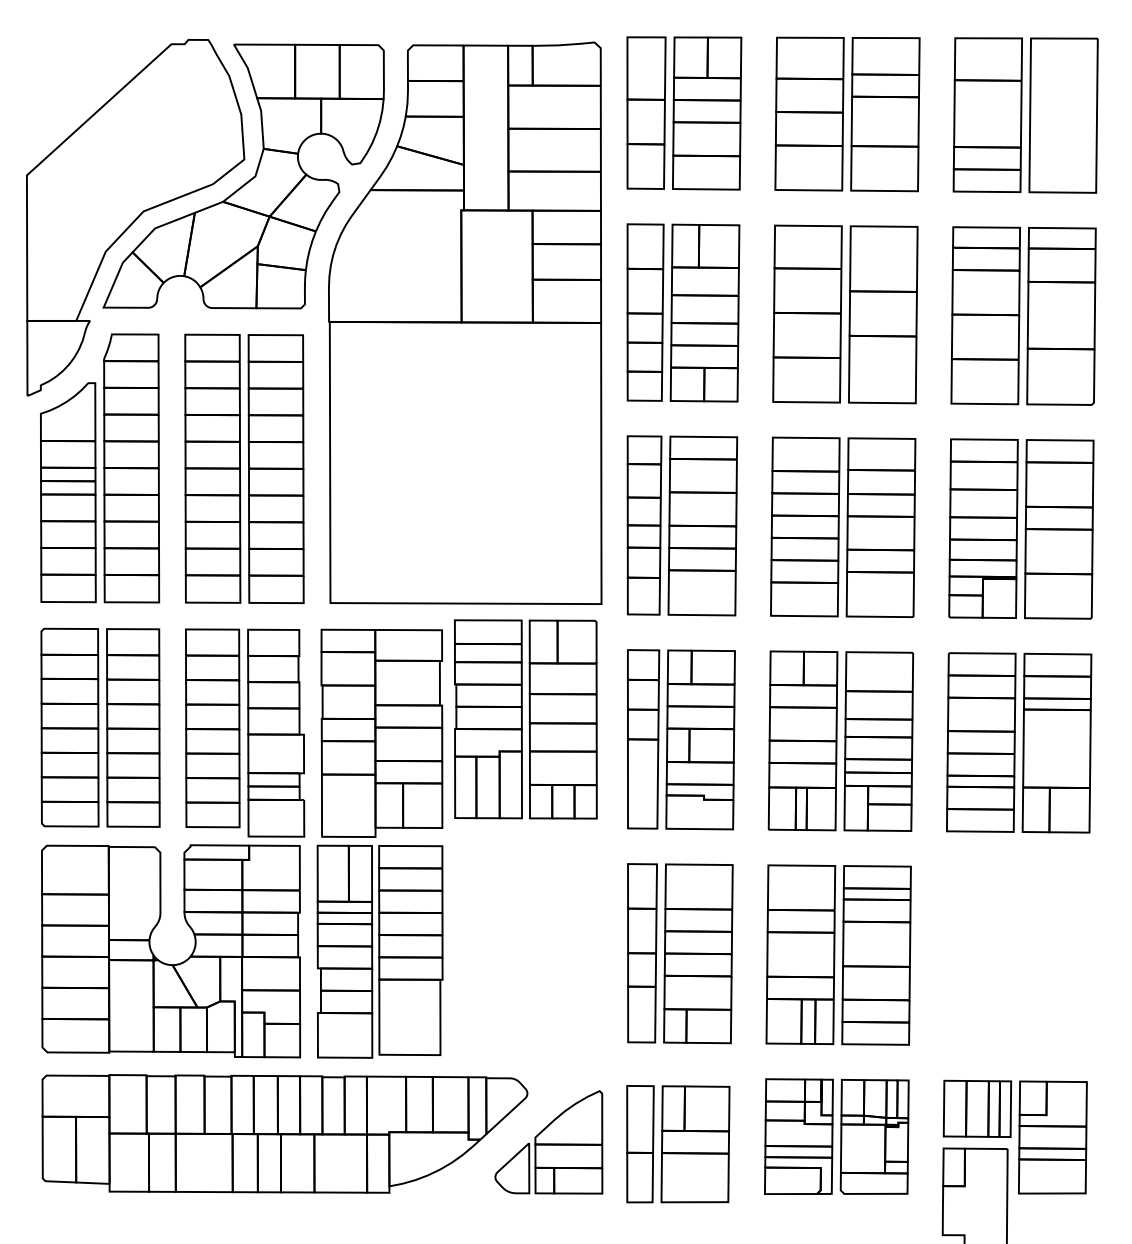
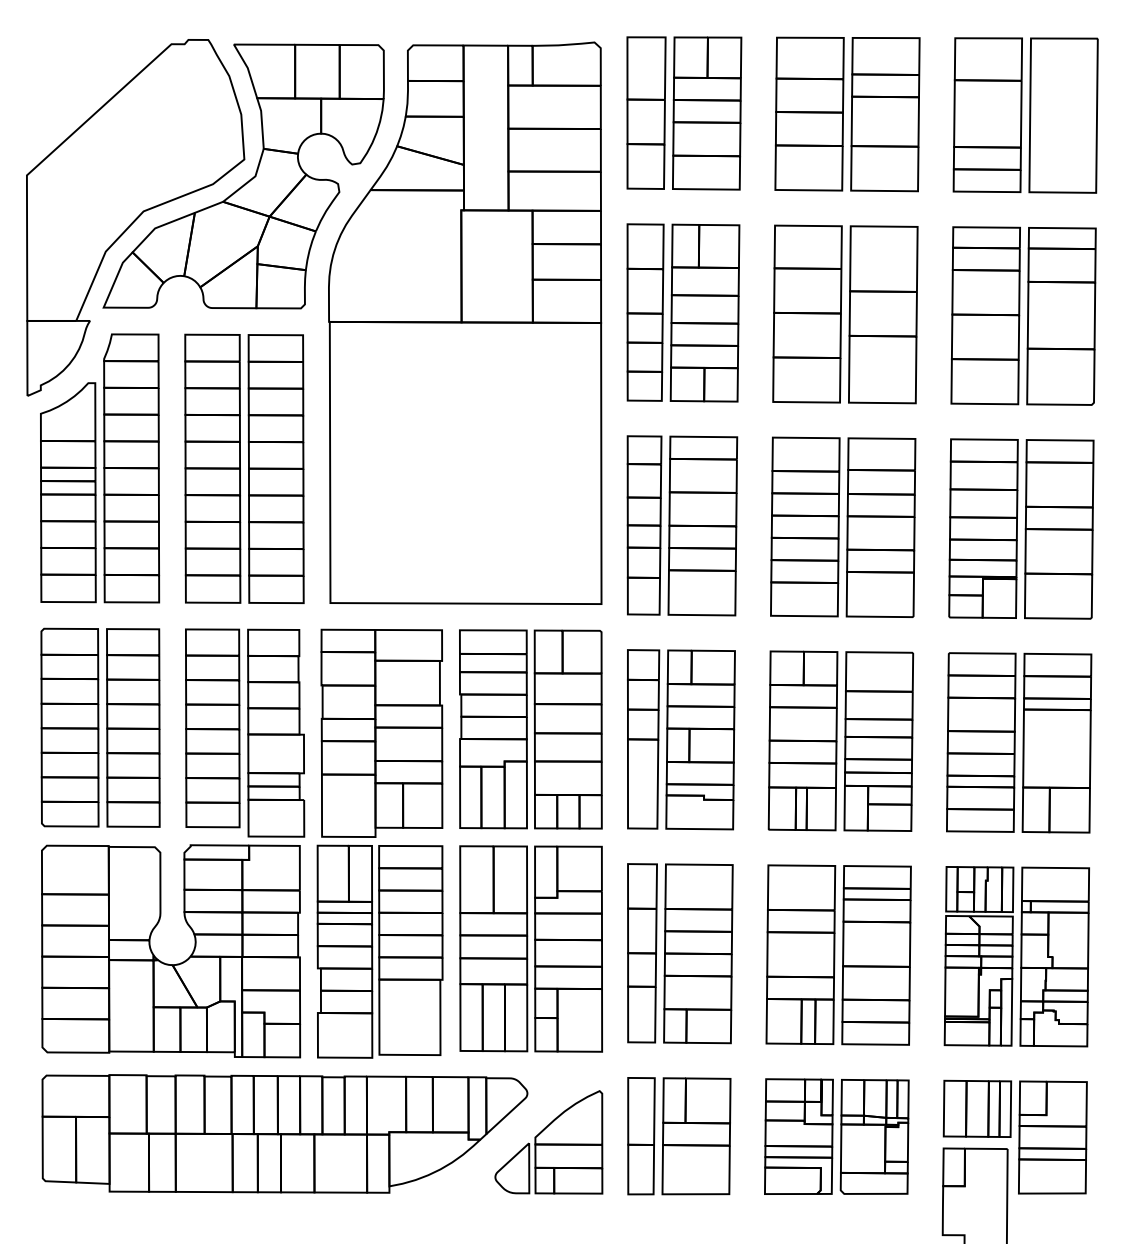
part at (525, 719) position: (525, 719) -> (530, 729)
part at (530, 948): none -> present
part at (1016, 956): none -> present
part at (678, 1144) position: (678, 1144) -> (679, 1136)
